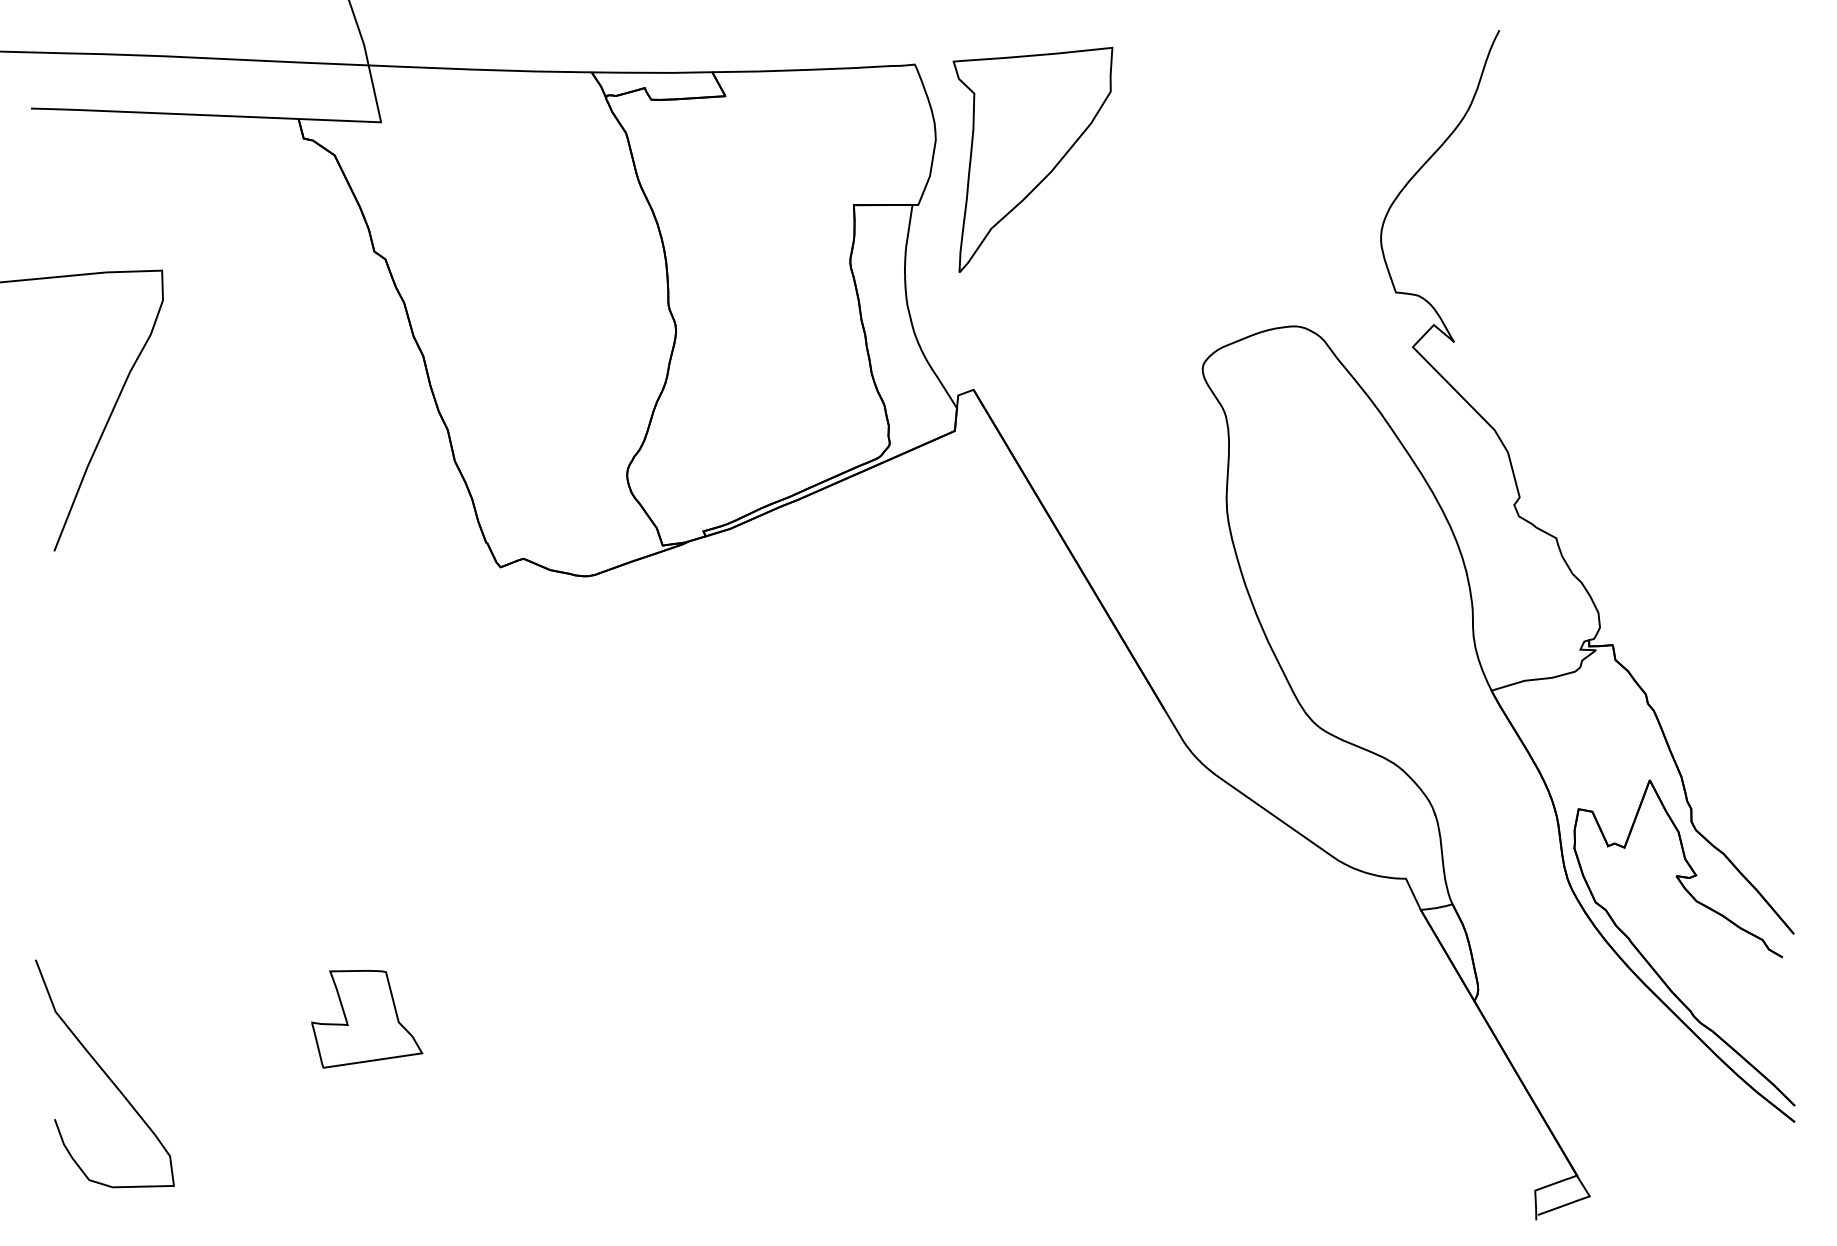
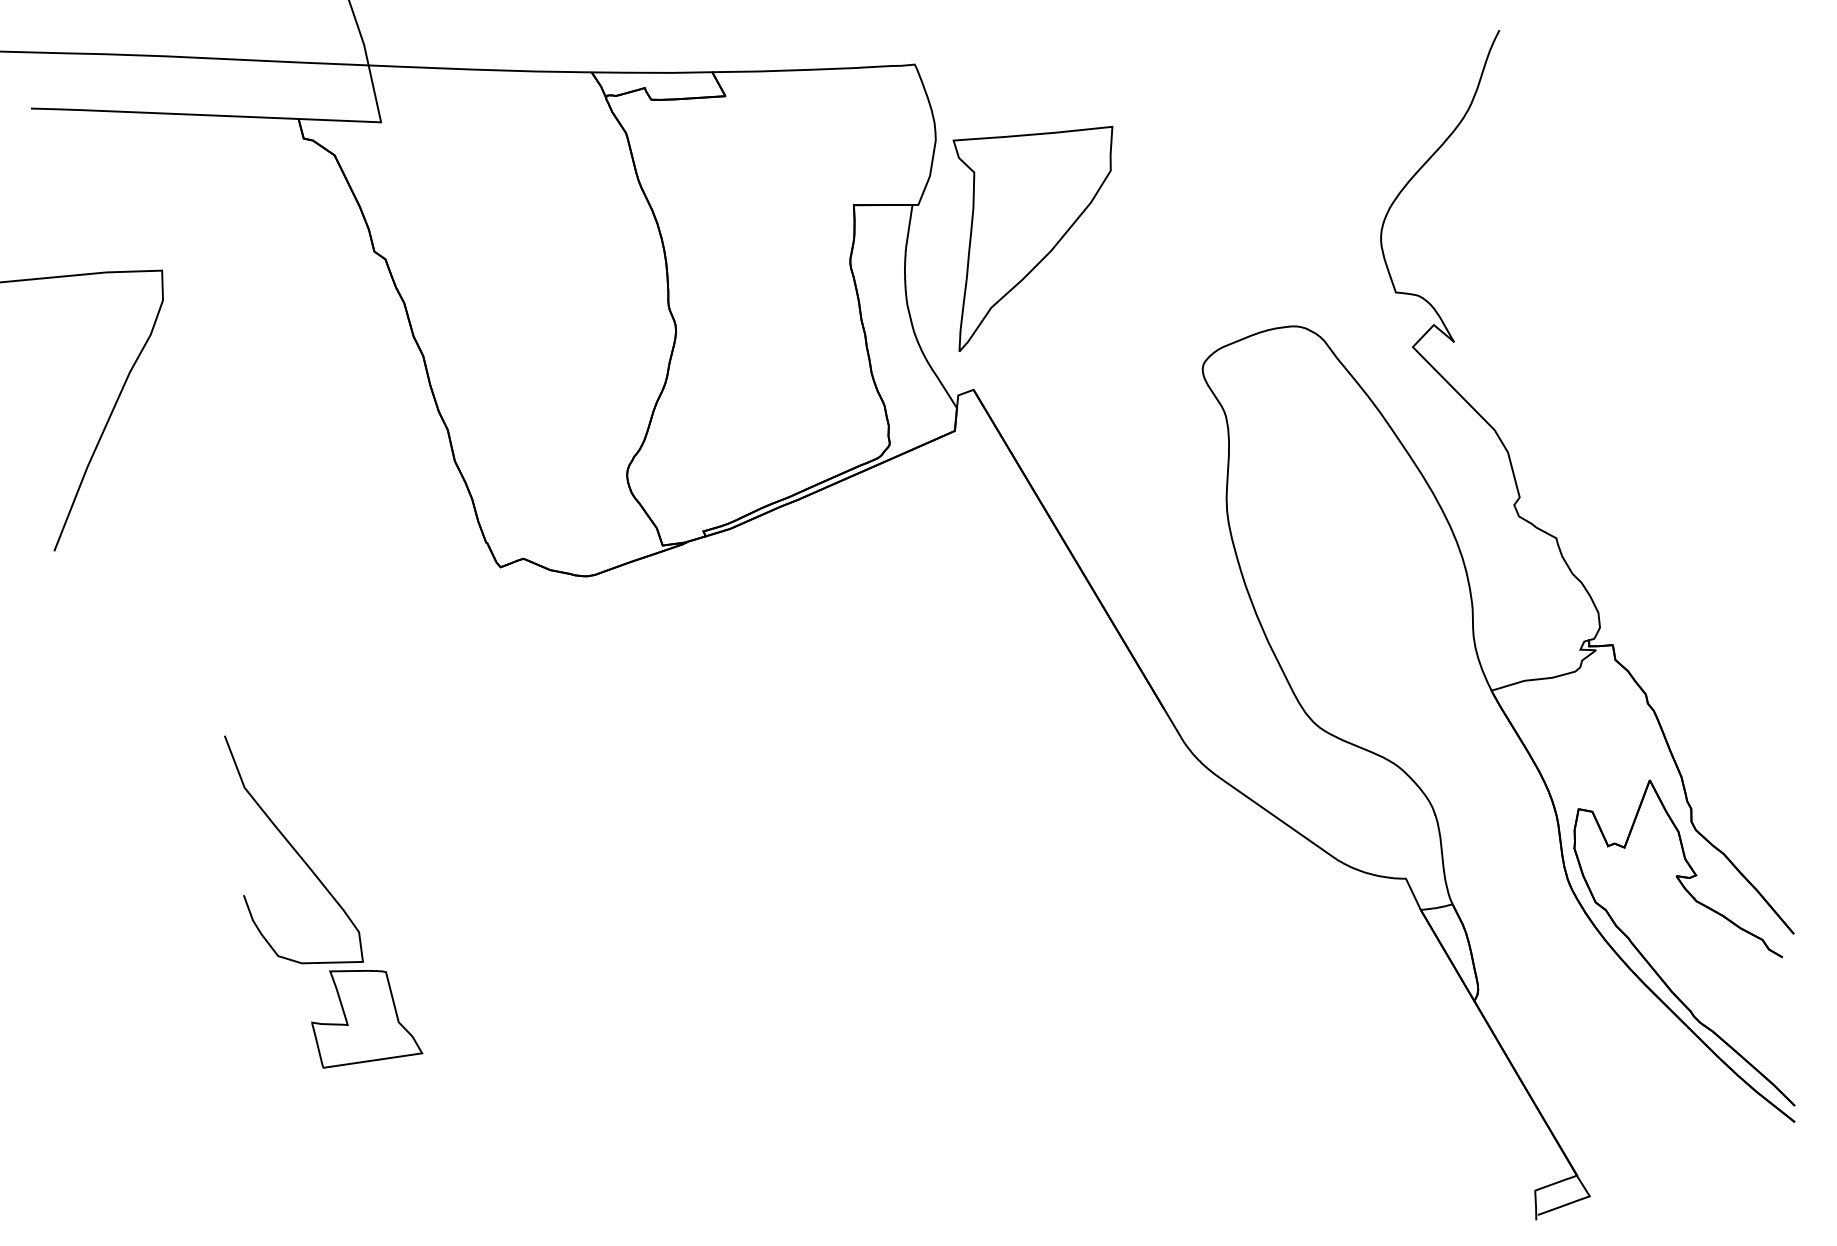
part at (1032, 159) position: (1032, 159) -> (1032, 238)
curve at (104, 1073) position: (104, 1073) -> (293, 849)
